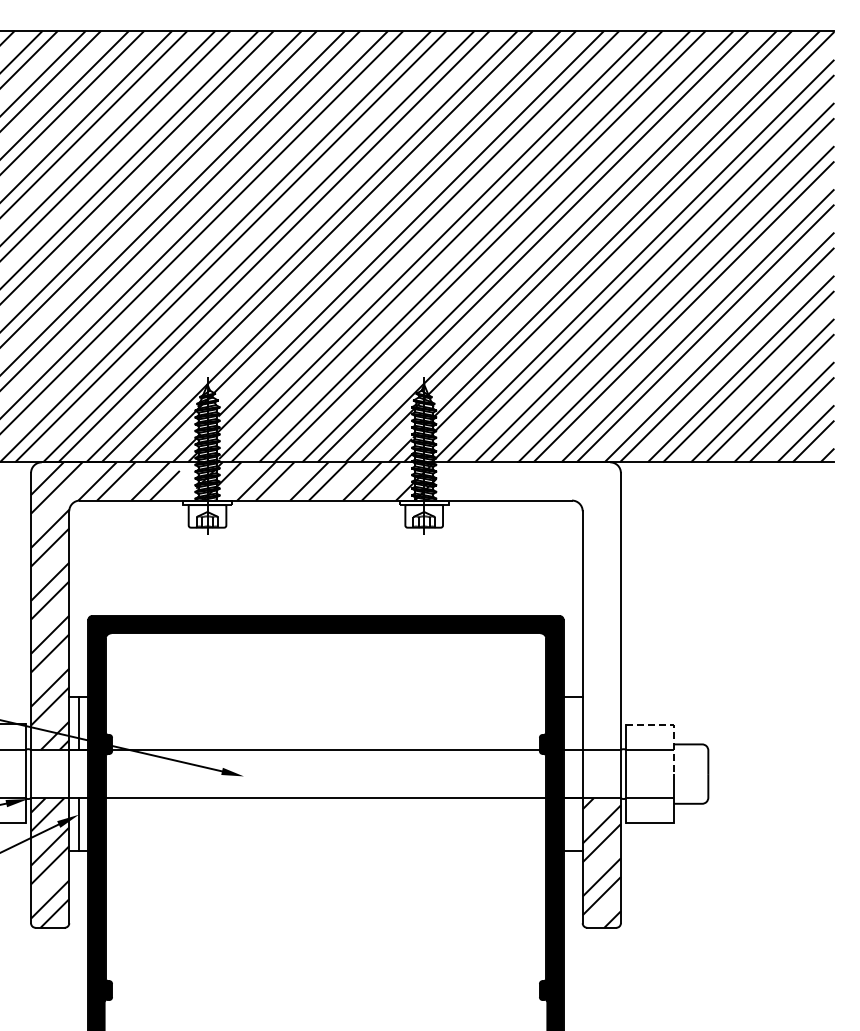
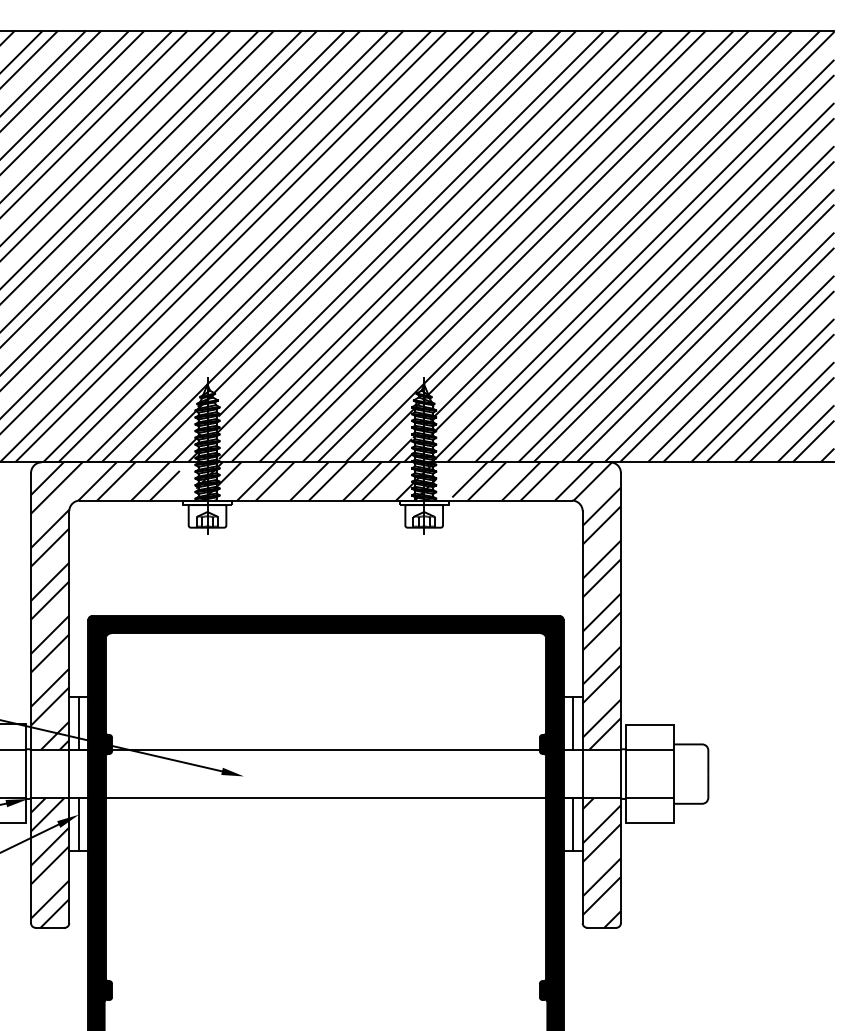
hatch at (536, 605): none -> present
line at (572, 723): none -> present
line at (674, 725): dashed -> solid
line at (572, 824): none -> present
